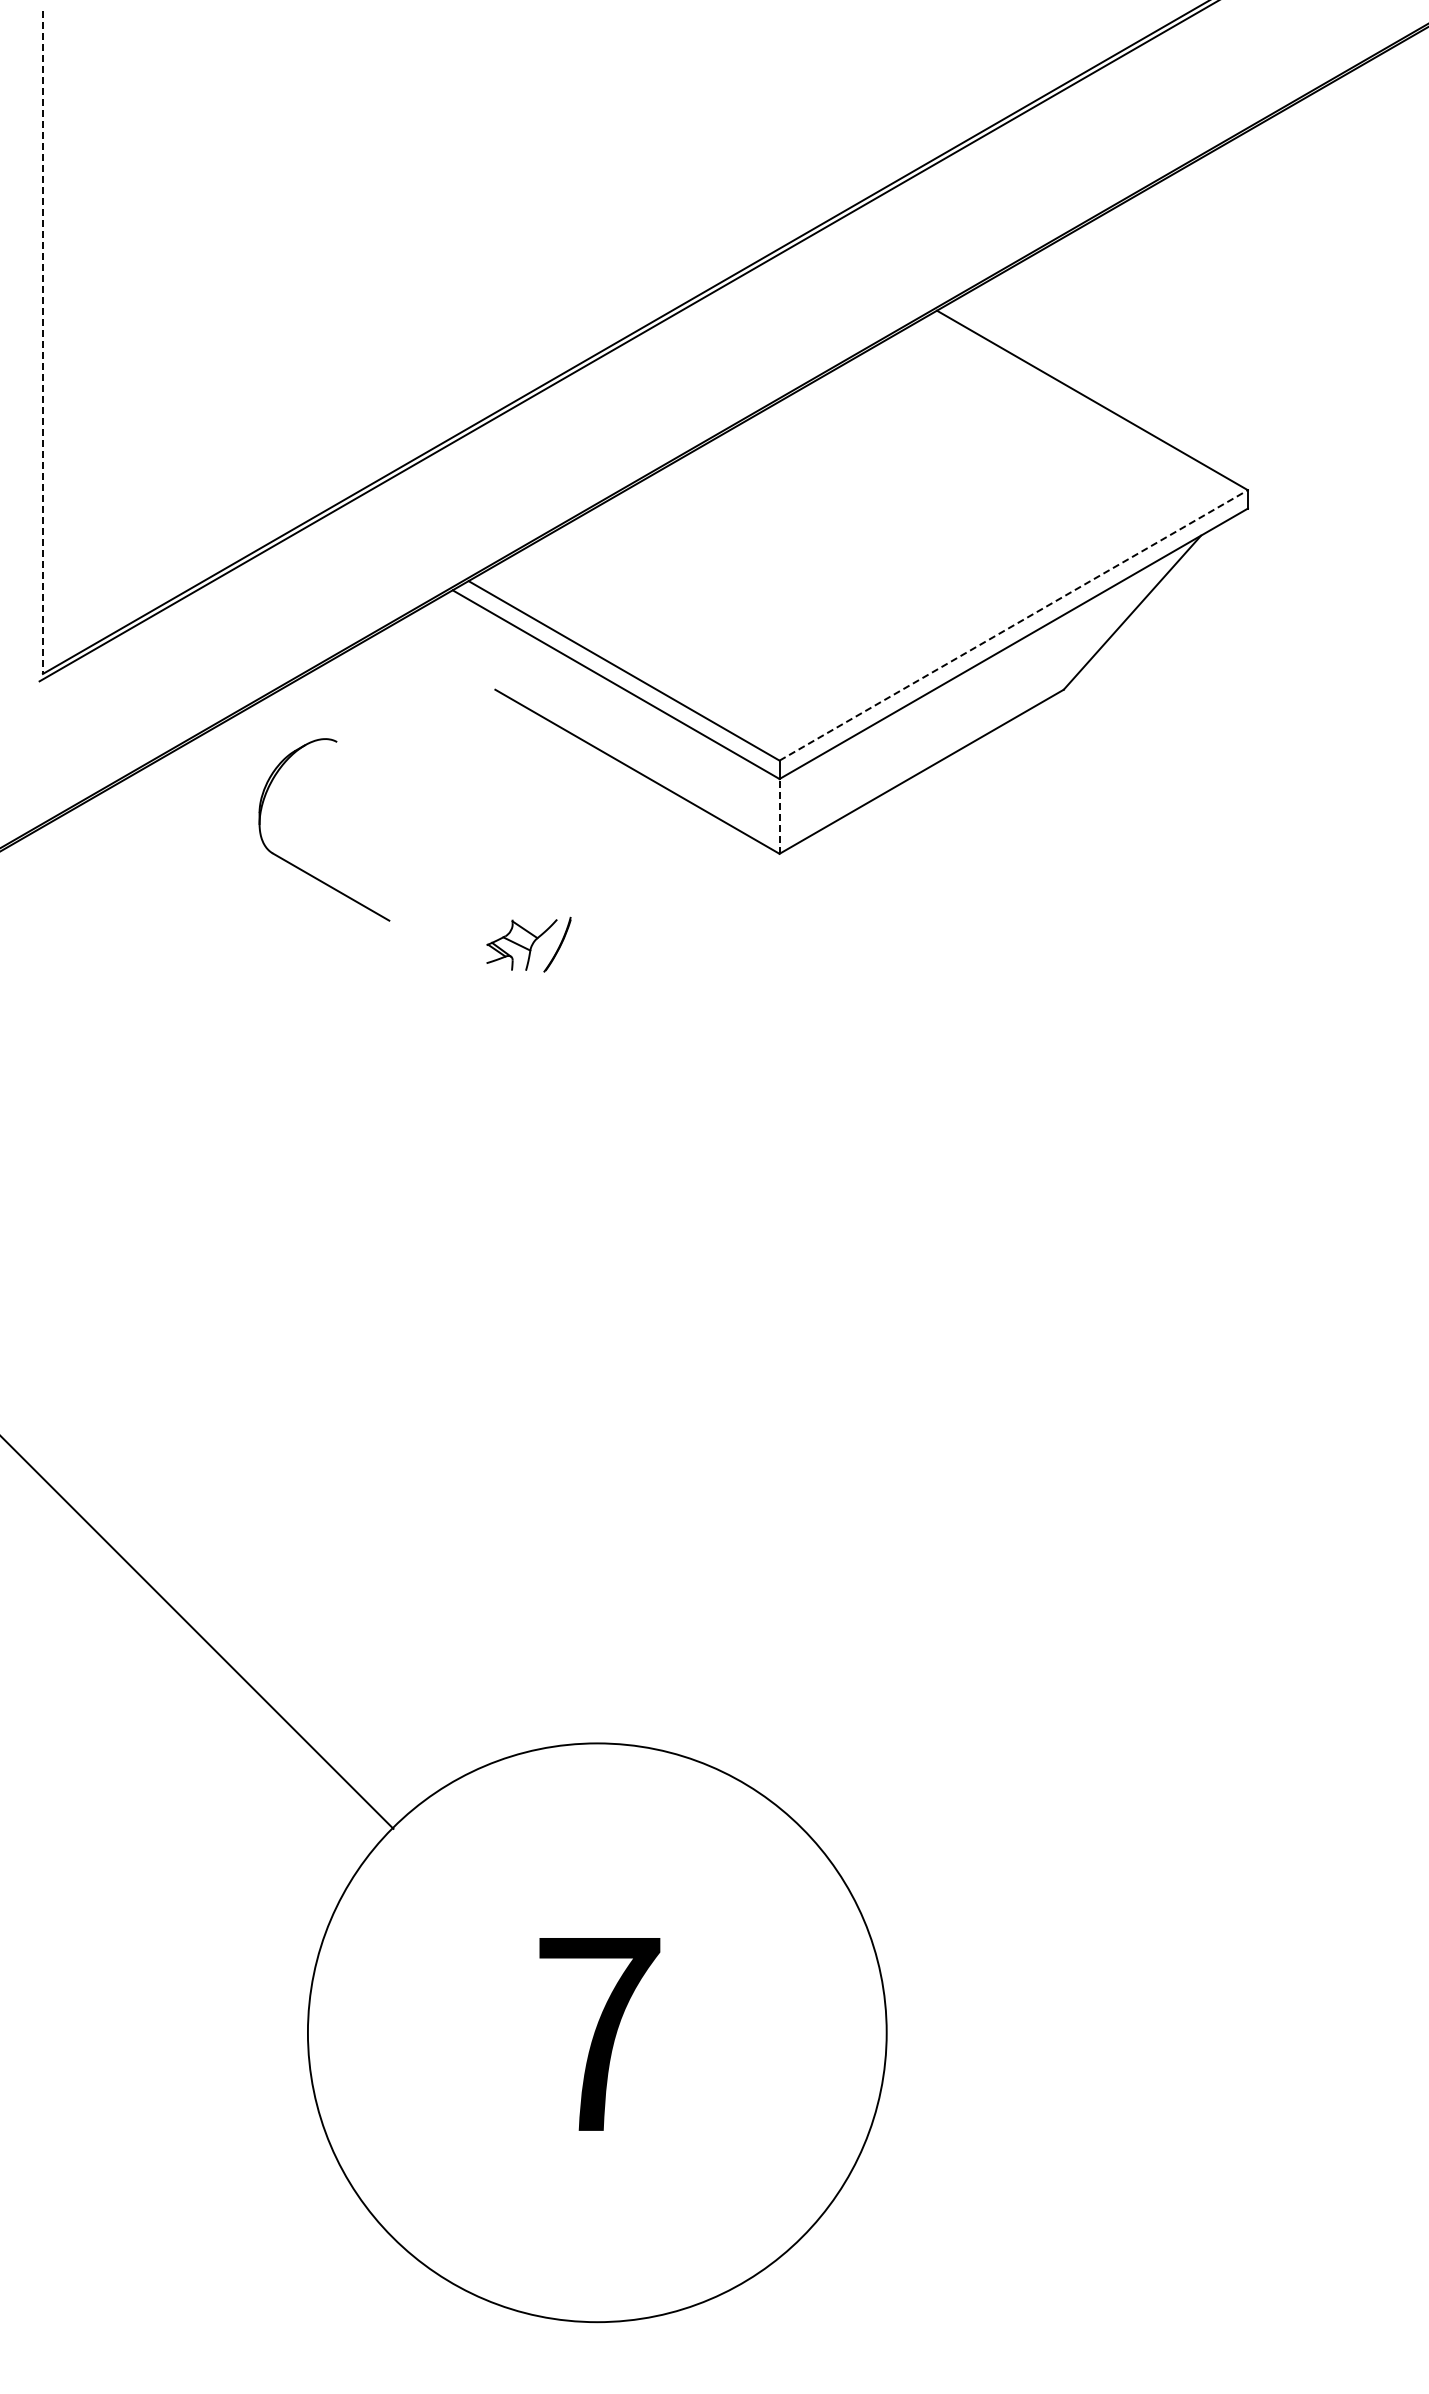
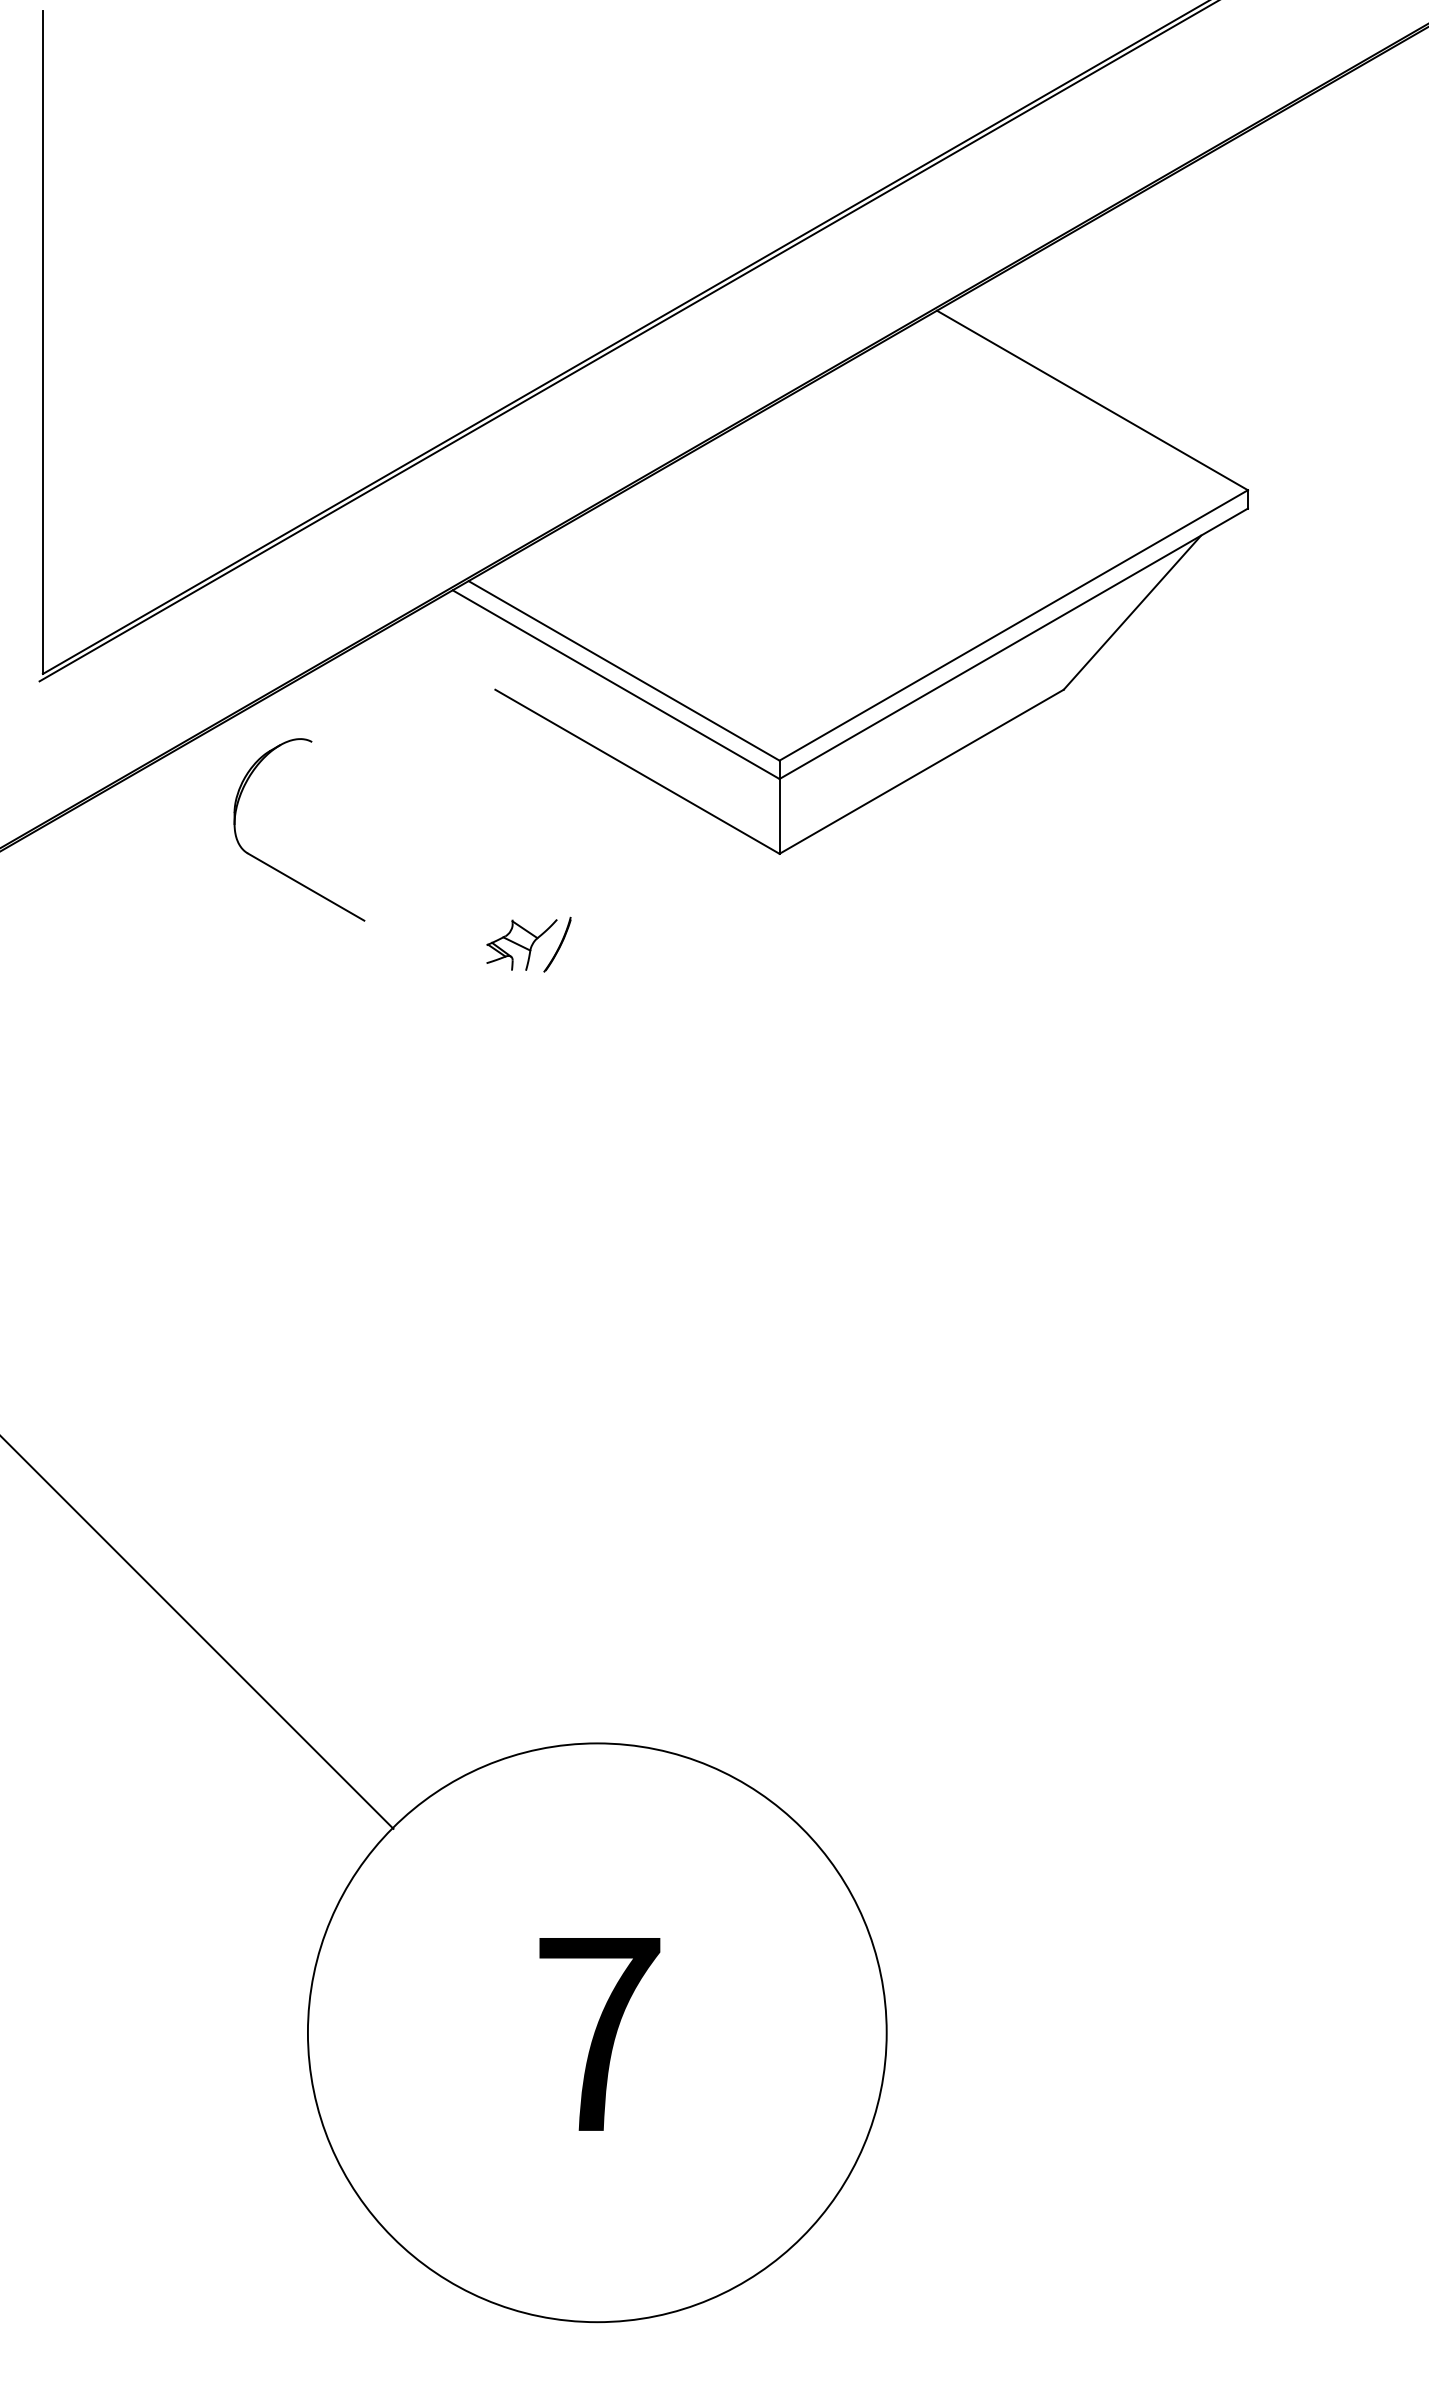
line at (42, 343): dashed -> solid
line at (1014, 625): dashed -> solid
line at (779, 815): dashed -> solid
part at (301, 868) position: (301, 868) -> (276, 868)
